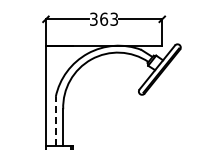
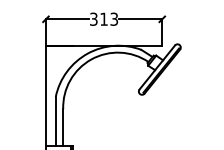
text at (104, 18): 363 -> 313
line at (55, 121): dashed -> solid
